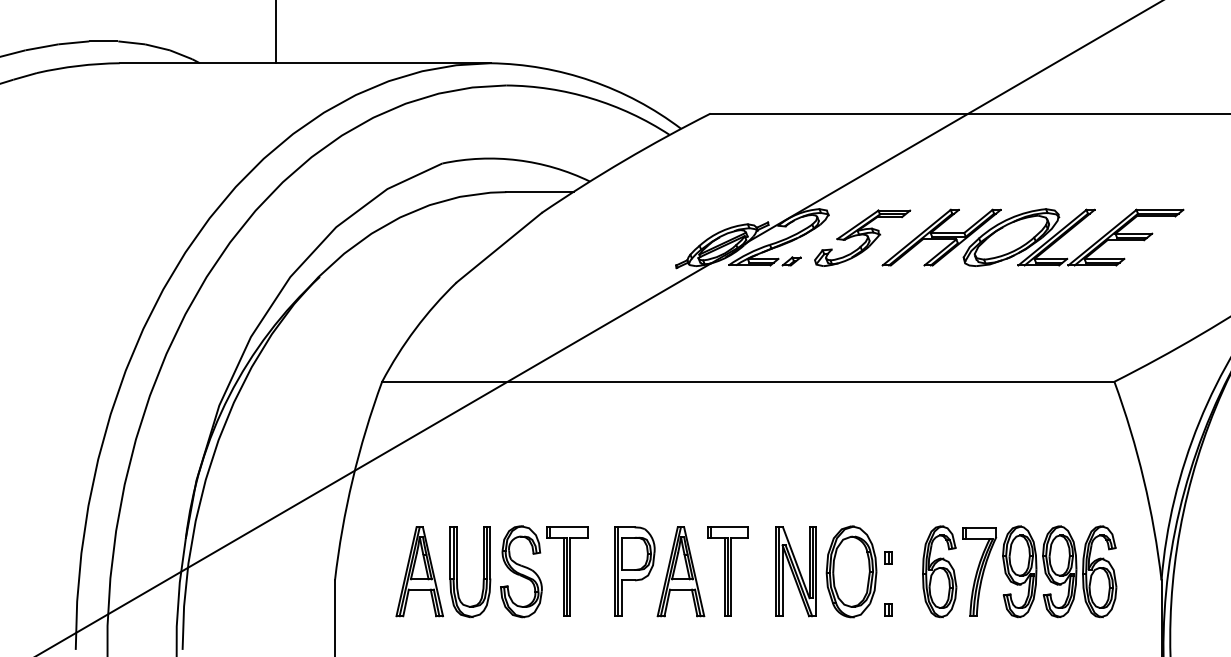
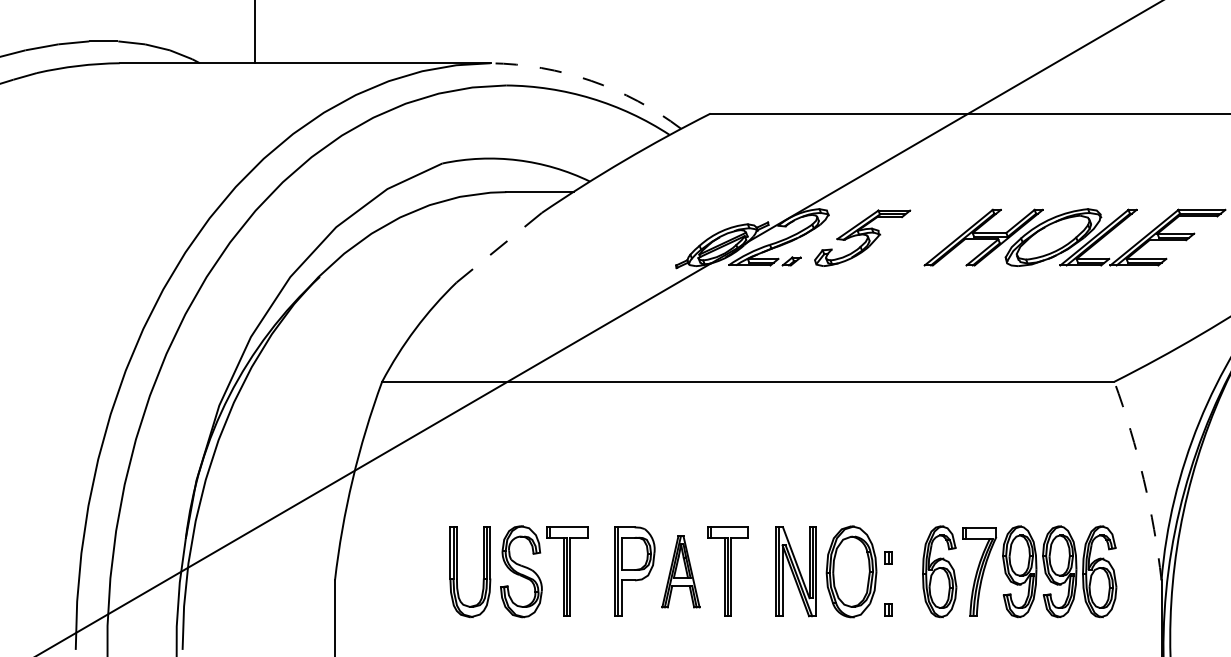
line at (275, 32) position: (275, 32) -> (254, 32)
arc at (591, 80): solid -> dashed
part at (1032, 237) position: (1032, 237) -> (1074, 237)
line at (498, 248): solid -> dashed
arc at (1143, 479): solid -> dashed
part at (419, 571): present -> none
part at (680, 571) size: 50x92 px -> 40x74 px
